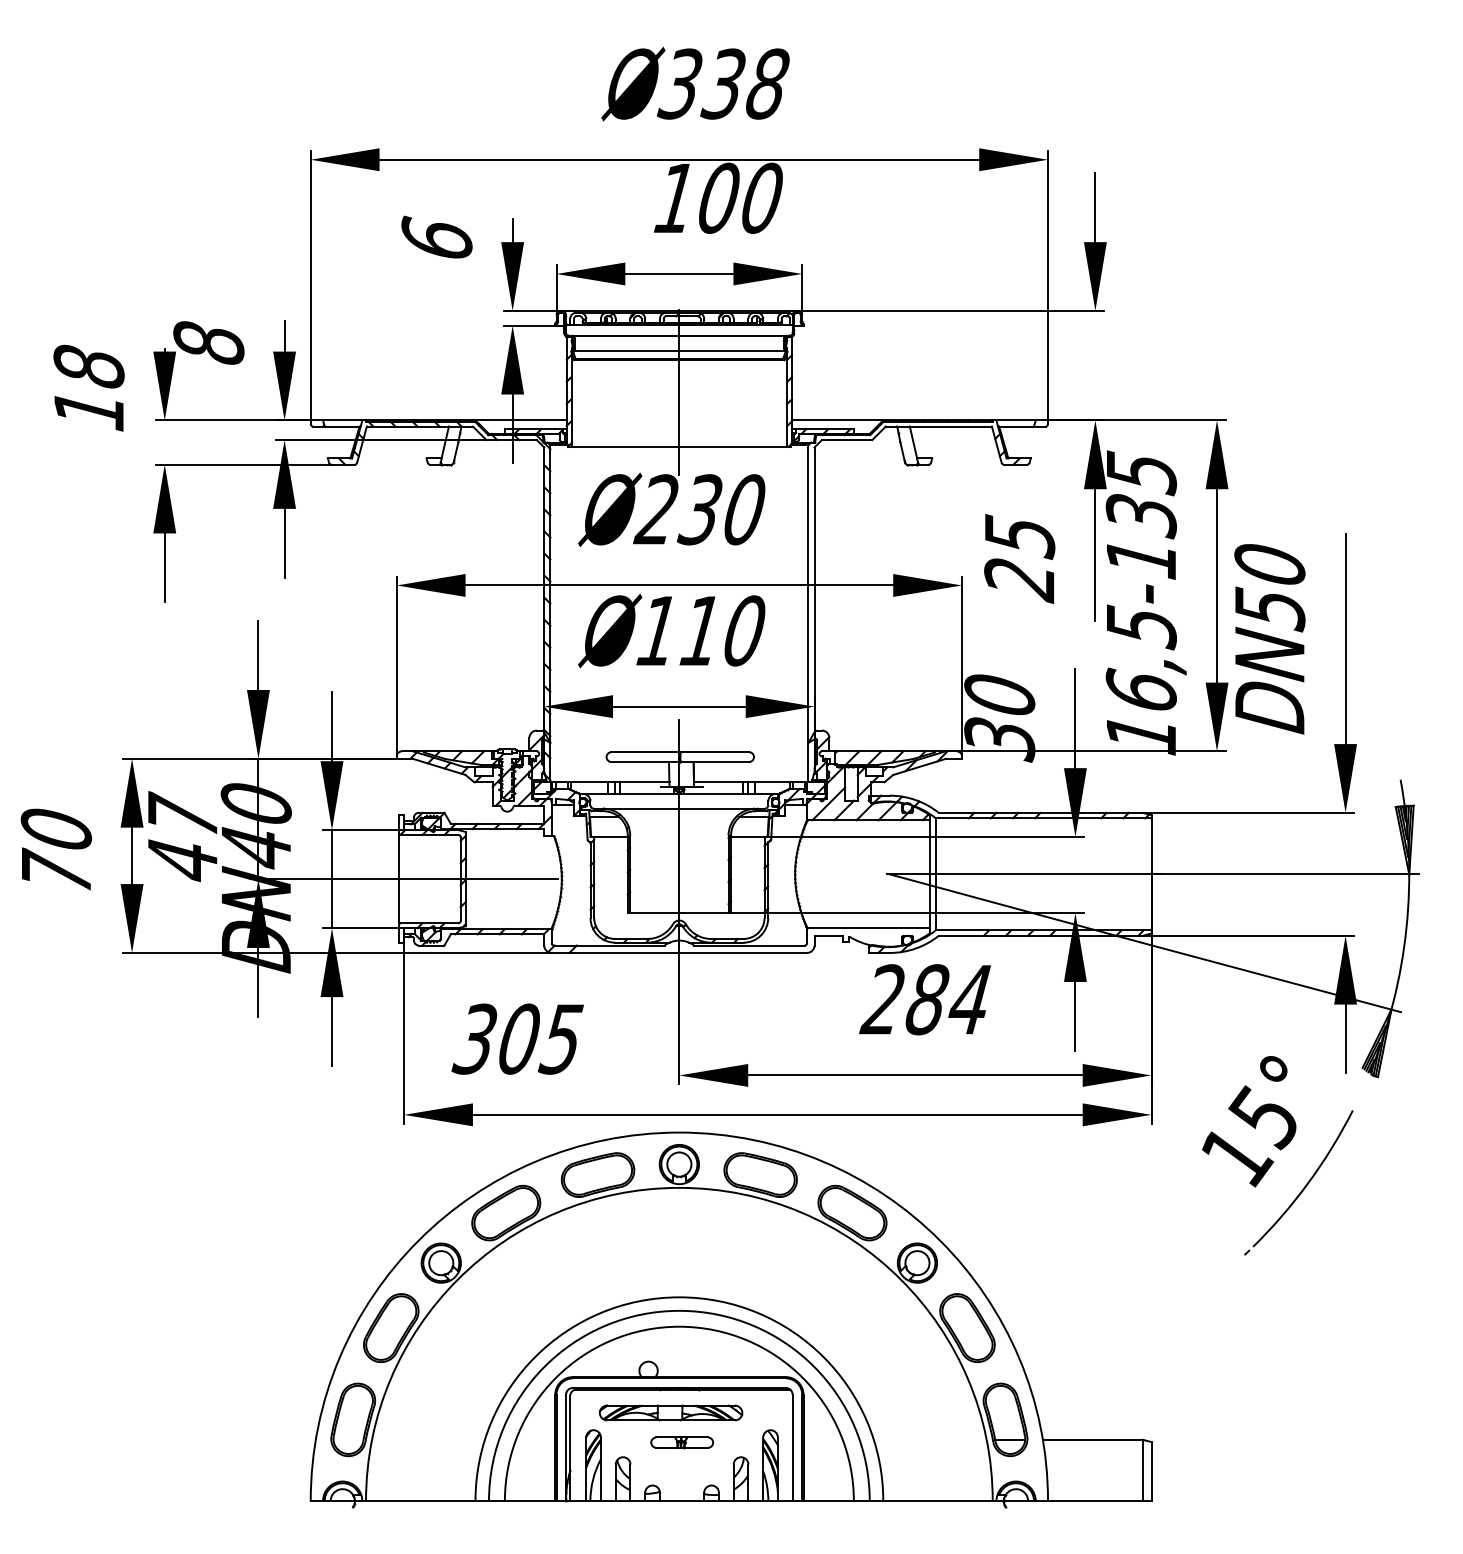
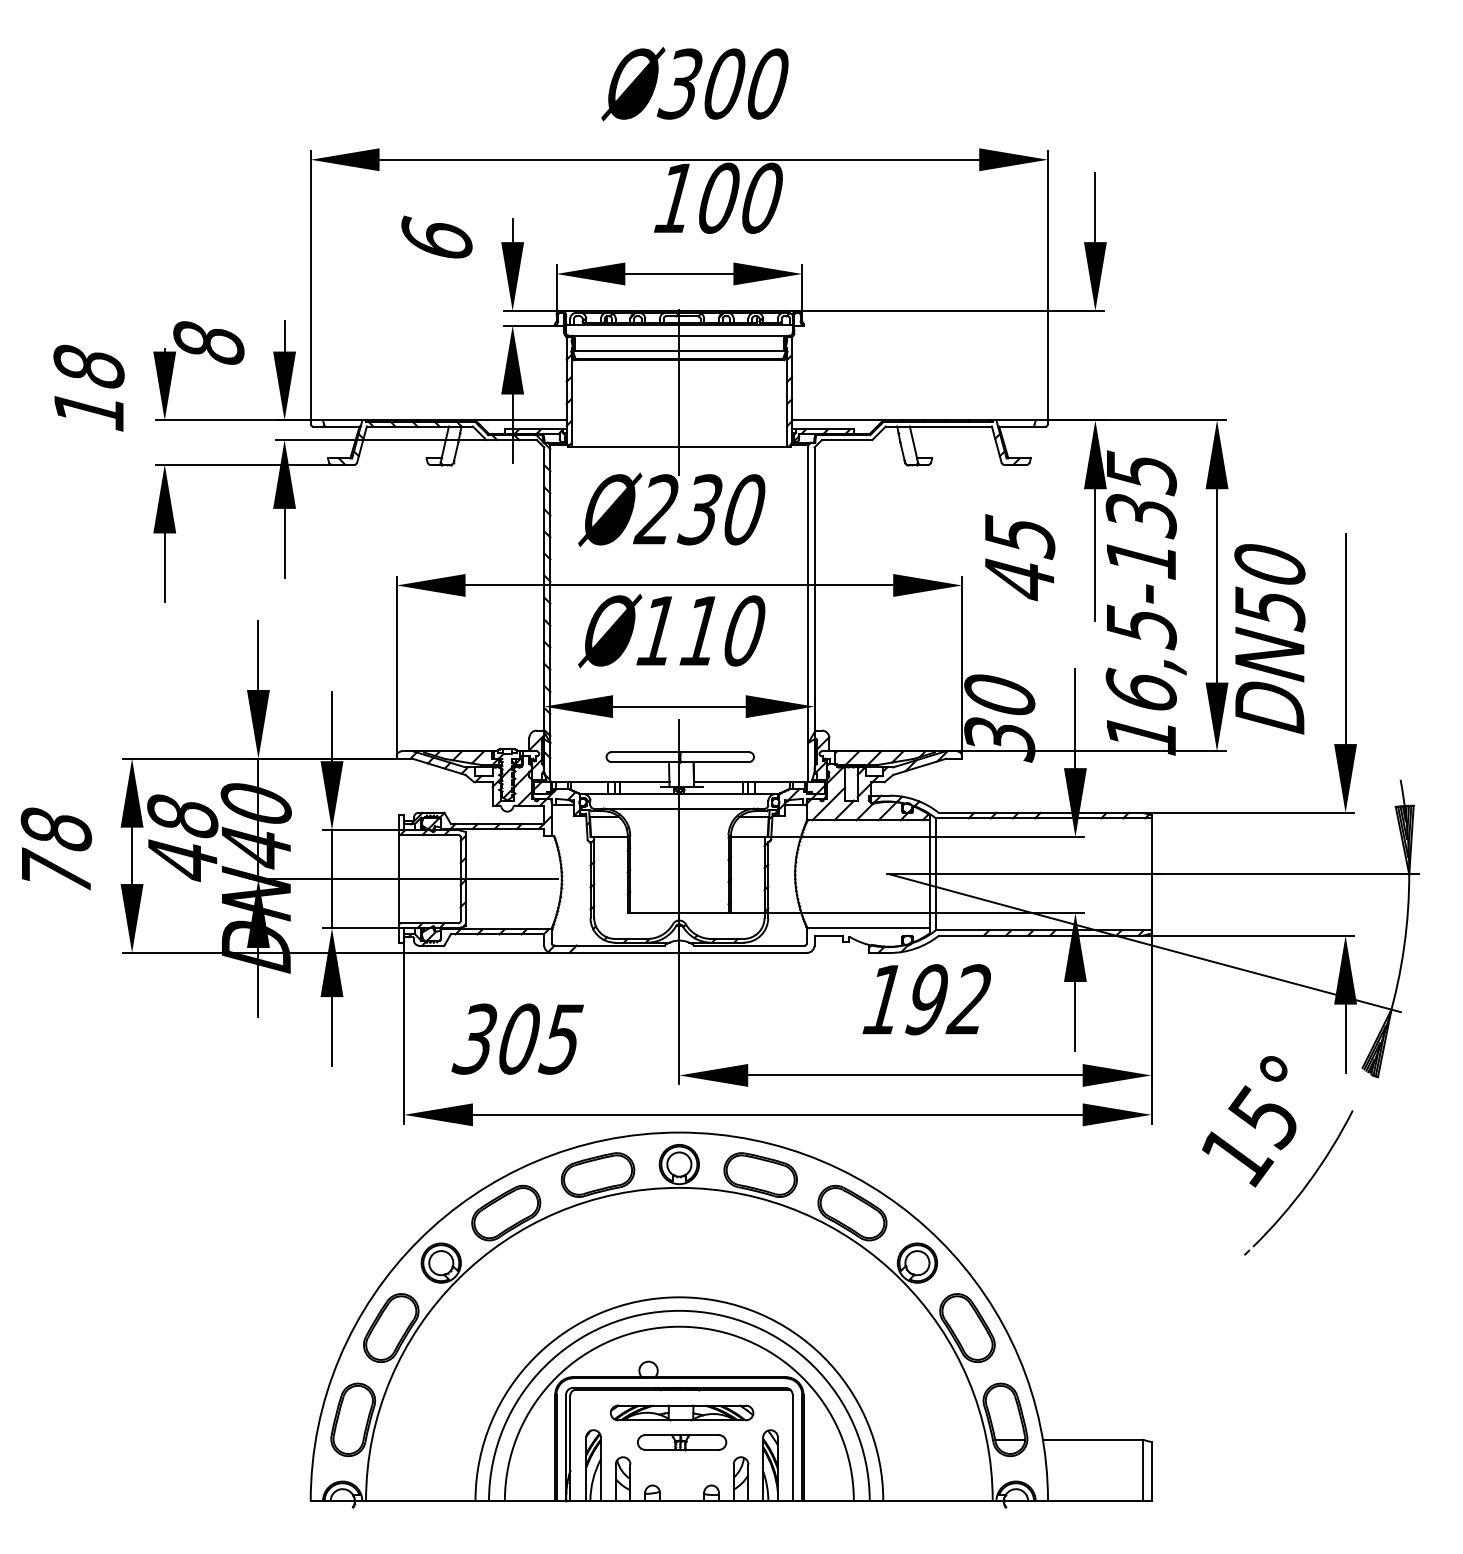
text at (744, 83): 338 -> 300
text at (1019, 580): 25 -> 45
text at (182, 814): 47 -> 48
text at (56, 829): 70 -> 78
text at (924, 999): 284 -> 192
part at (671, 1412) position: (671, 1412) -> (682, 1412)
part at (682, 1442) size: 65x14 px -> 91x18 px
